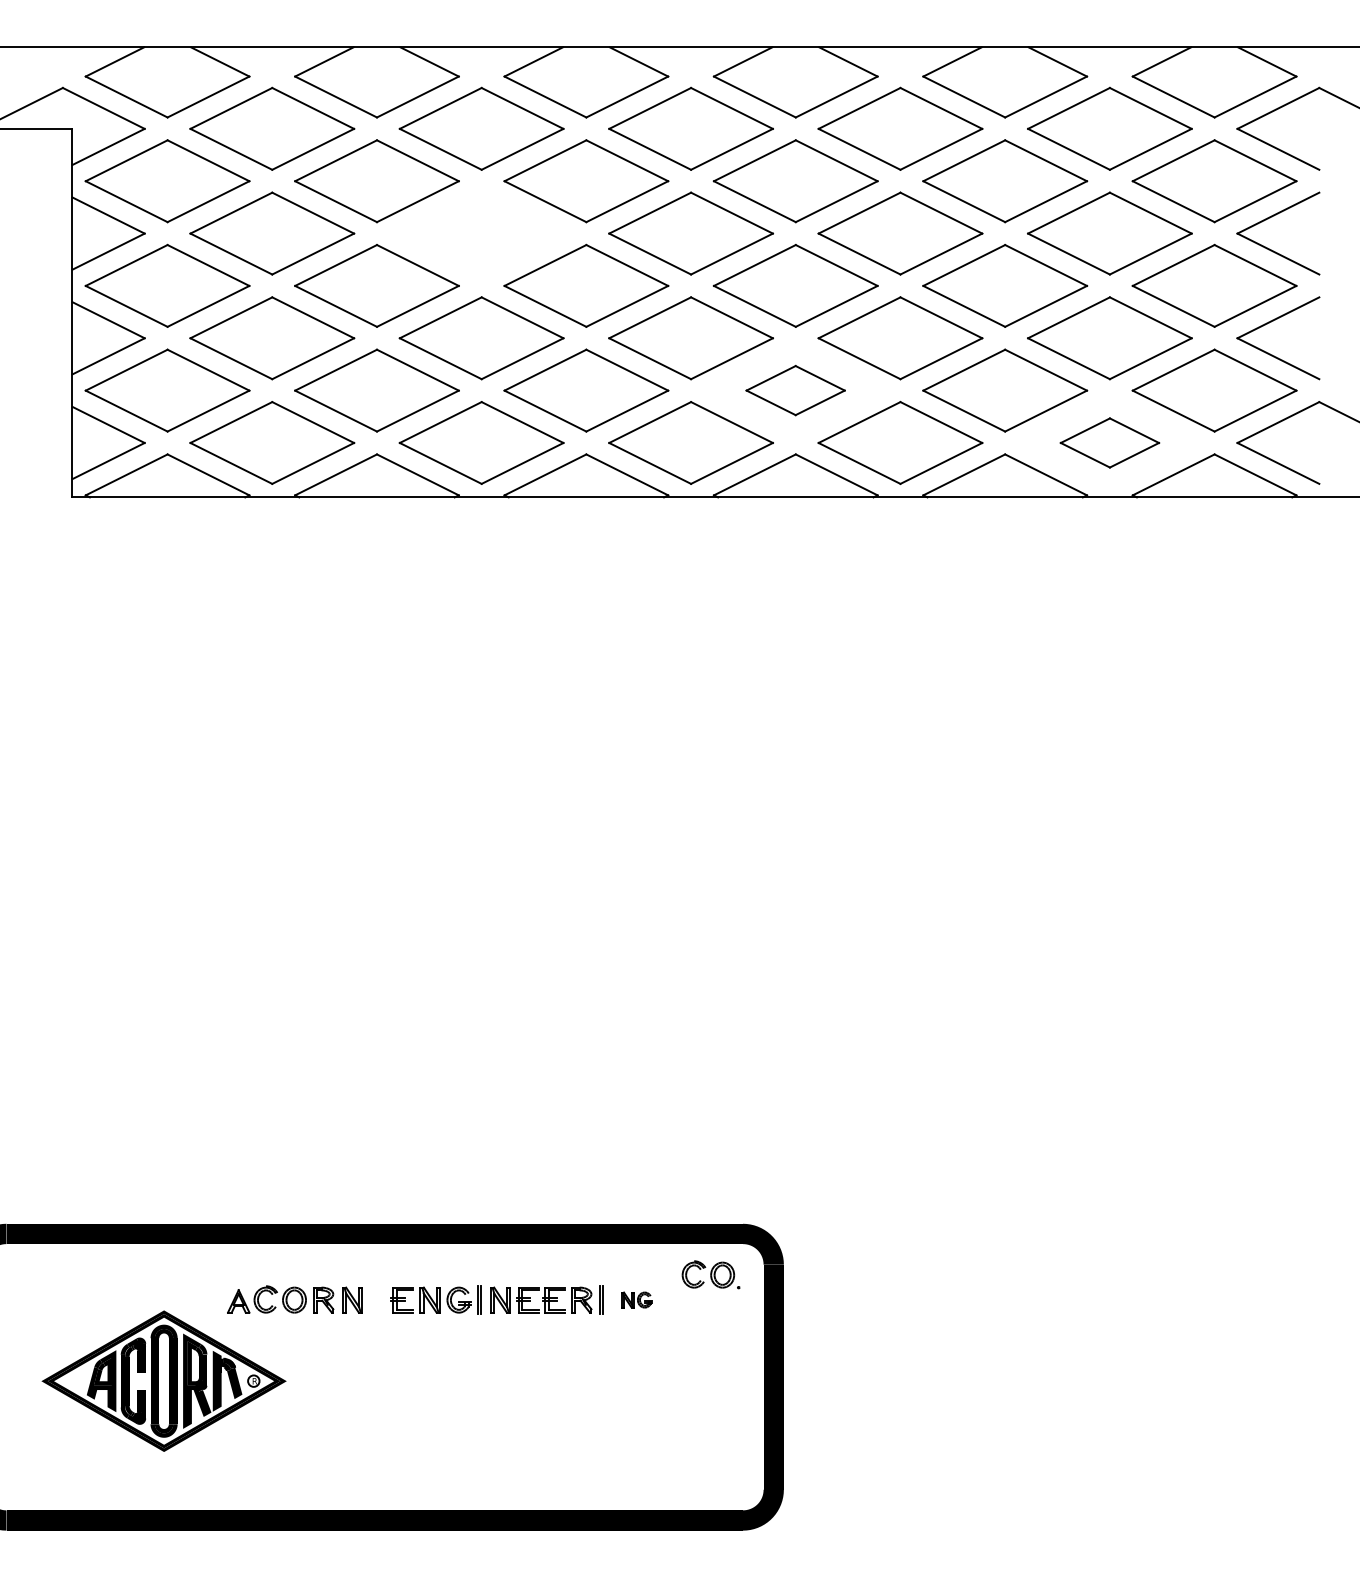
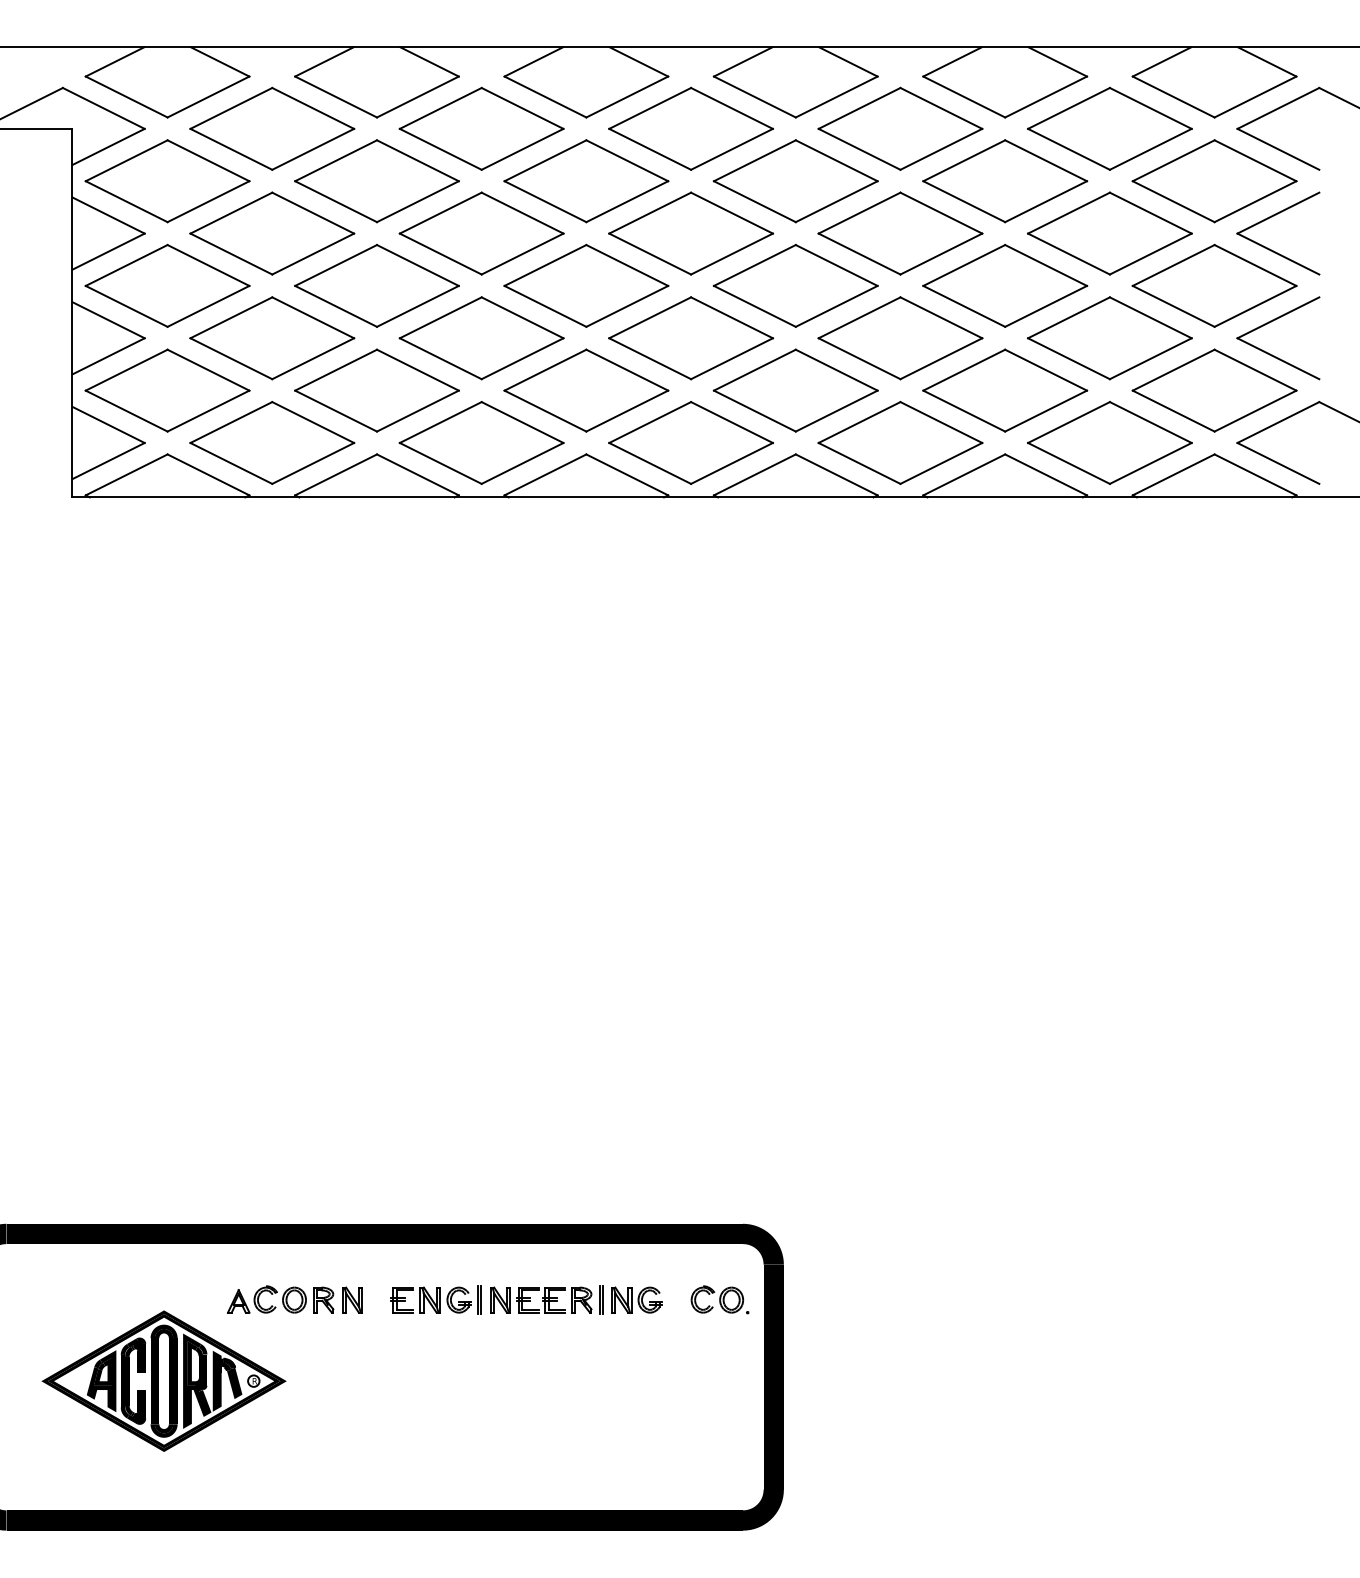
part at (481, 233): none -> present
part at (795, 390) size: 101x52 px -> 167x85 px
part at (1109, 442) size: 102x52 px -> 166x84 px
part at (710, 1274) position: (710, 1274) -> (719, 1299)
part at (636, 1299) size: 32x18 px -> 52x28 px
